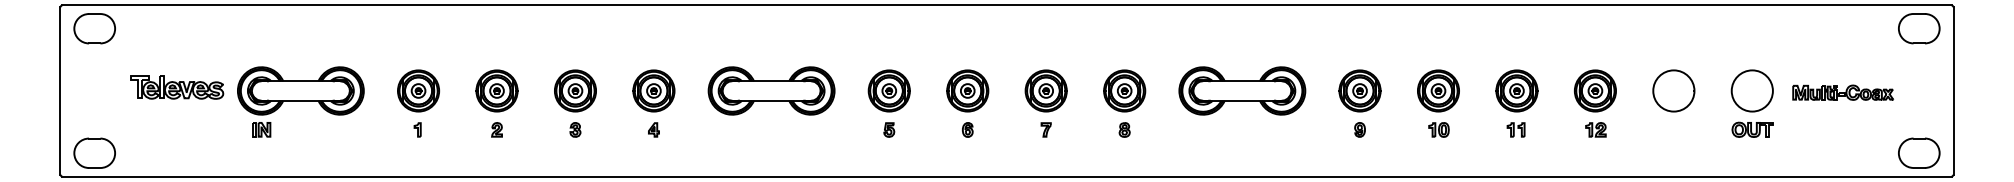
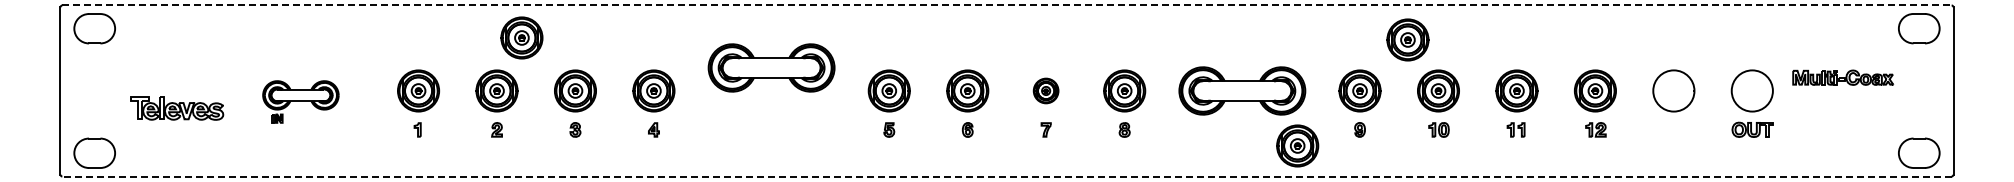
line at (1007, 5): solid -> dashed
part at (521, 37): none -> present
part at (1407, 39): none -> present
part at (177, 87) position: (177, 87) -> (177, 108)
part at (771, 90) position: (771, 90) -> (771, 67)
part at (1045, 90) size: 44x44 px -> 28x28 px
part at (1842, 92) position: (1842, 92) -> (1842, 77)
part at (300, 101) size: 128x72 px -> 78x44 px
part at (1297, 145): none -> present
line at (1007, 176): solid -> dashed
